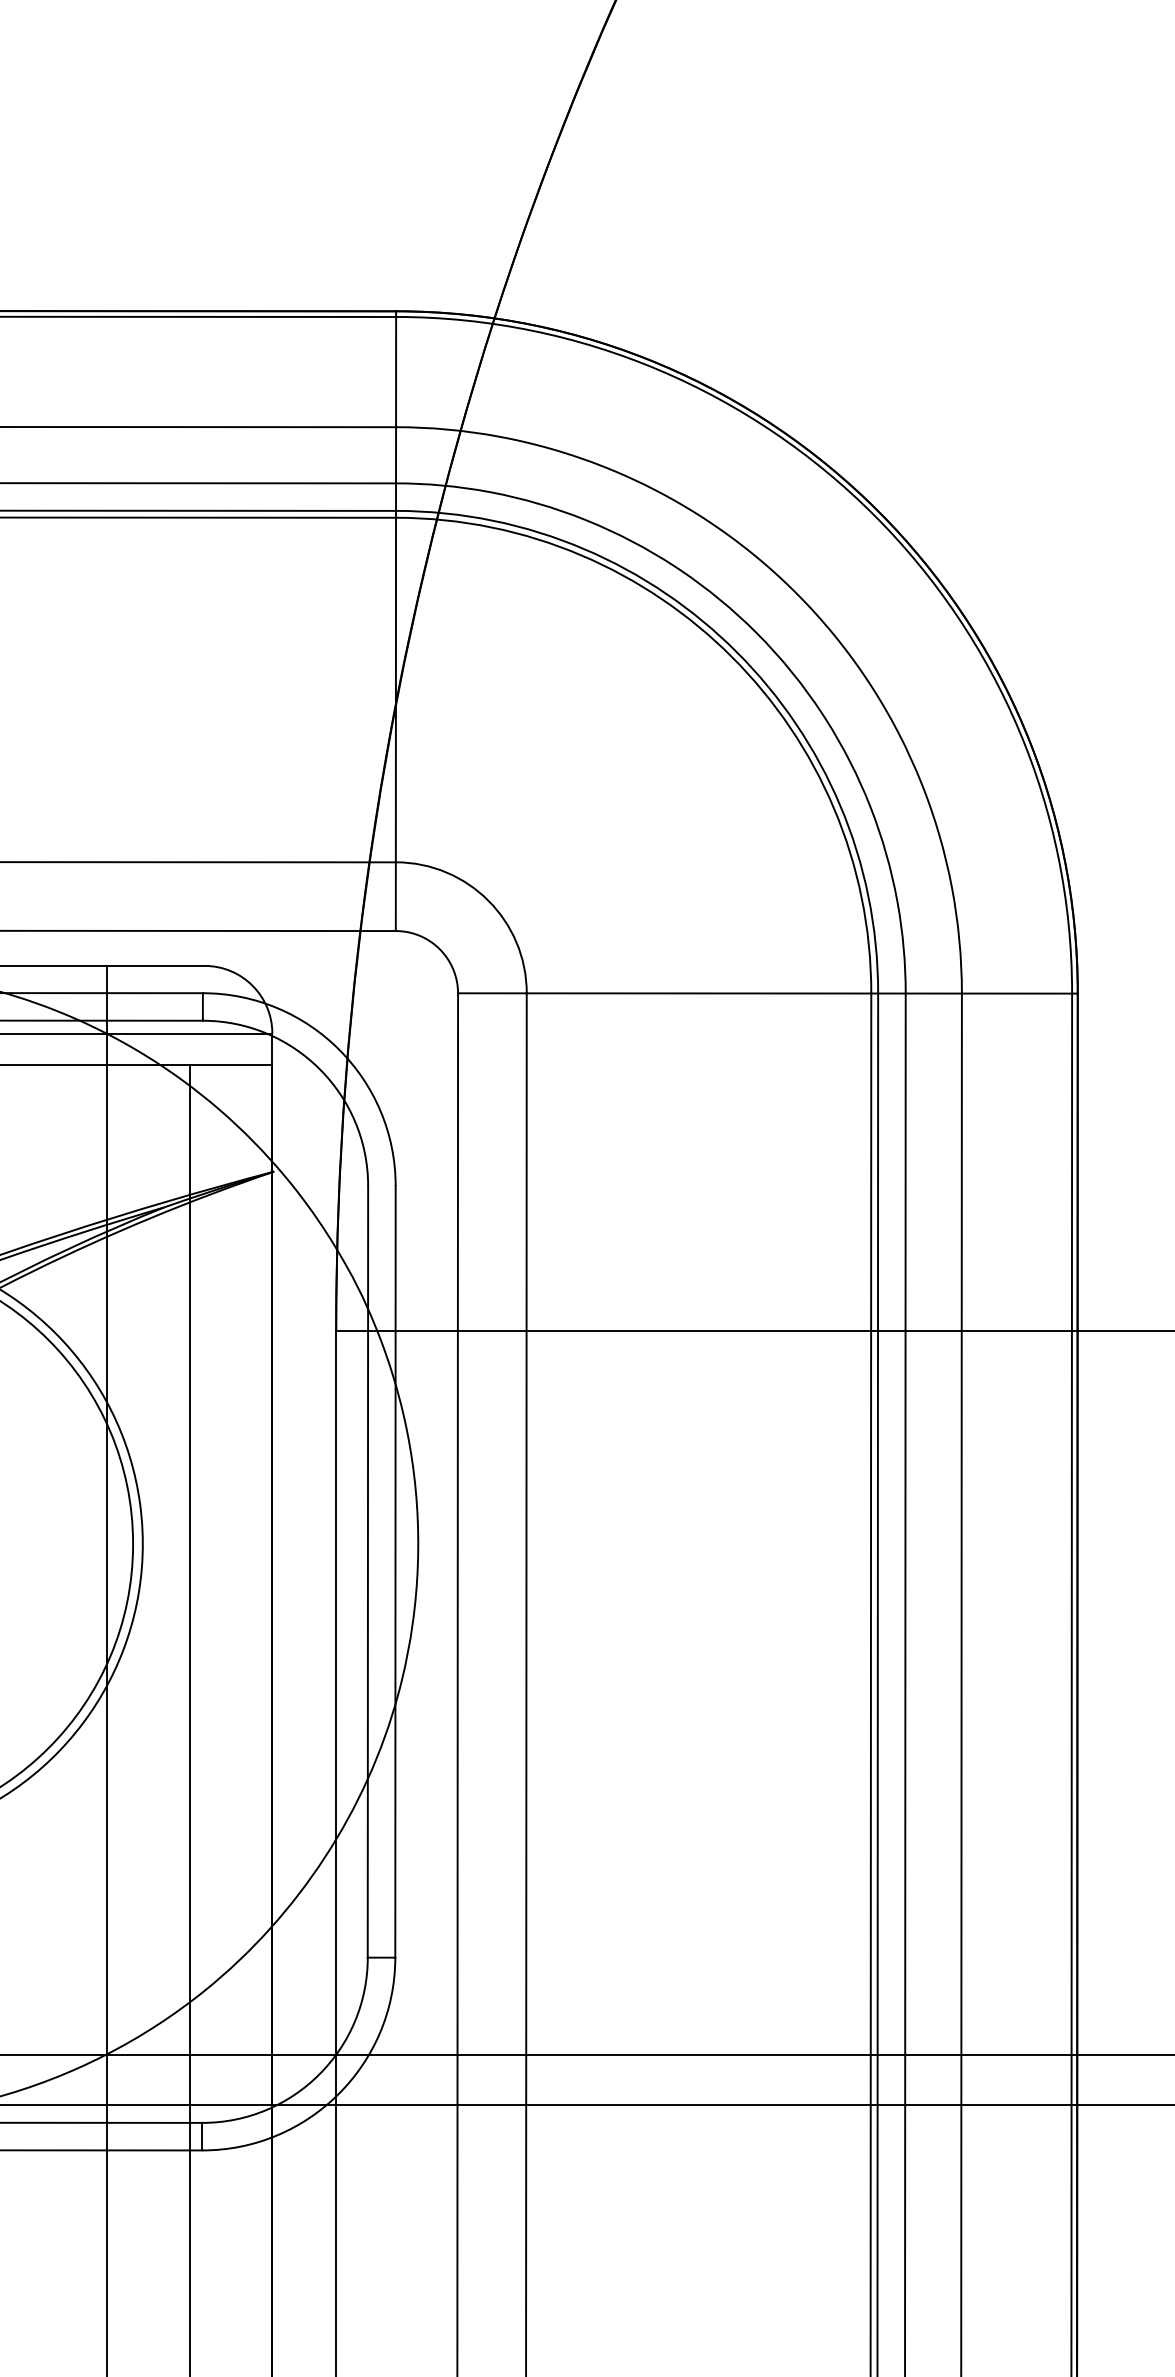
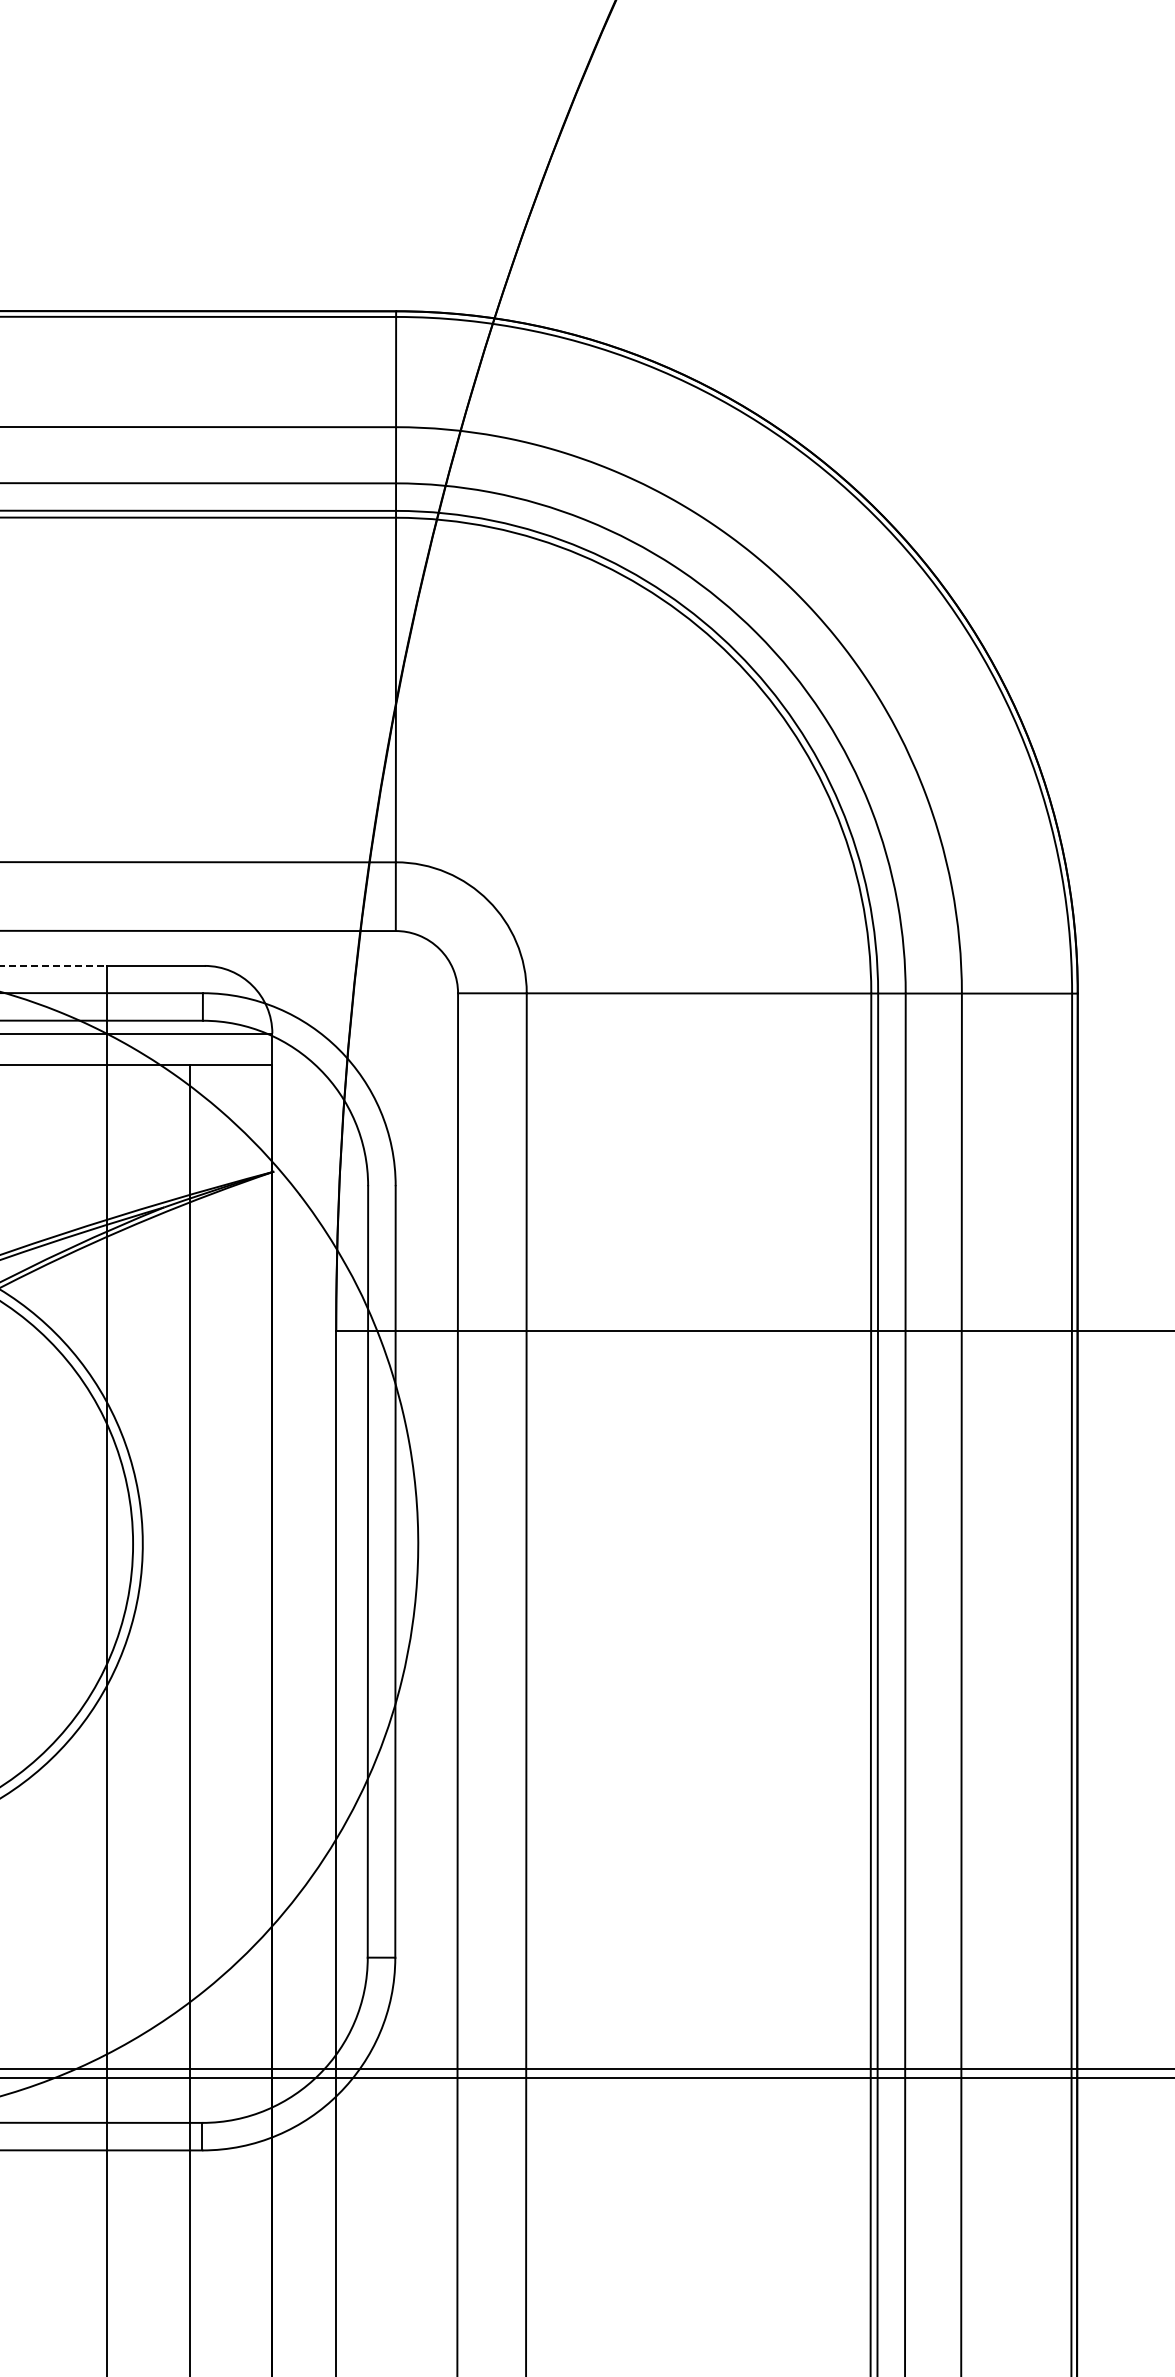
line at (53, 965): solid -> dashed
line at (586, 2055) position: (586, 2055) -> (586, 2078)
line at (586, 2104) position: (586, 2104) -> (586, 2068)
